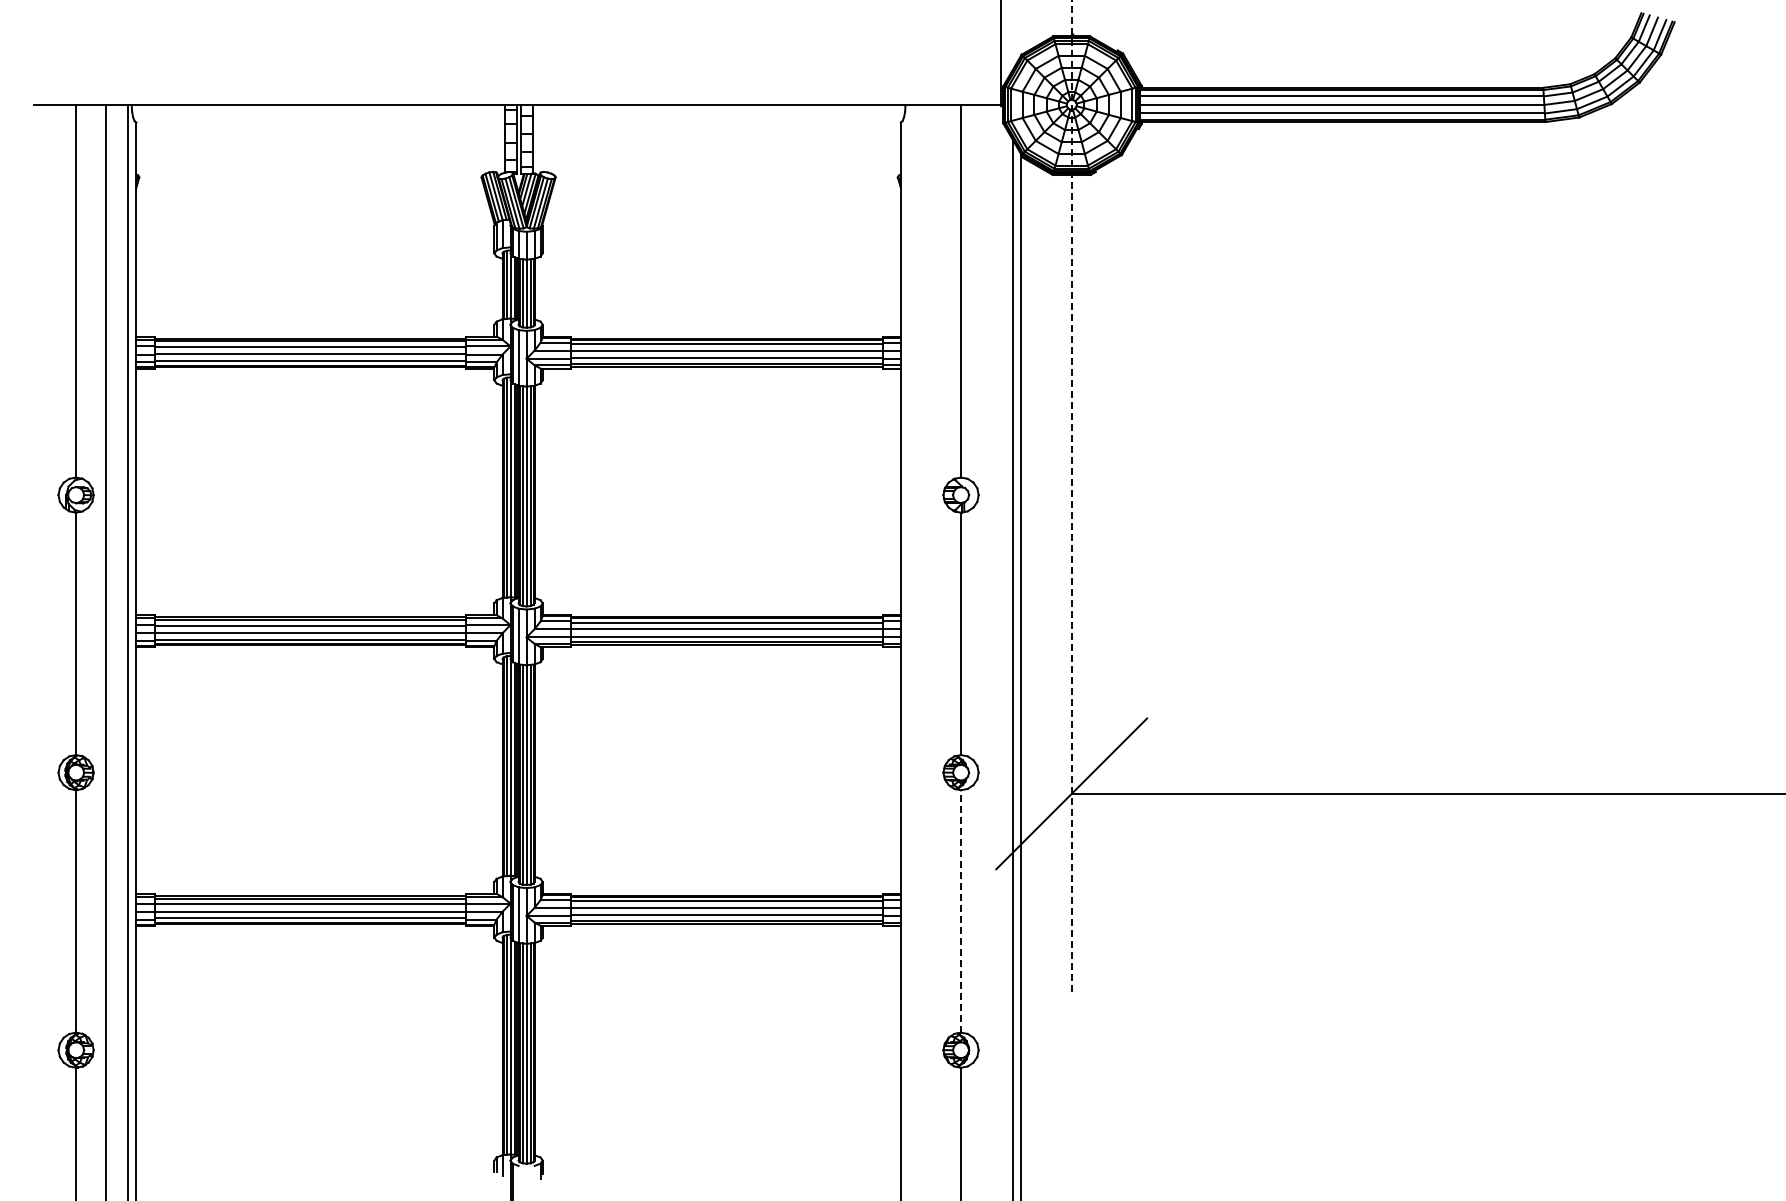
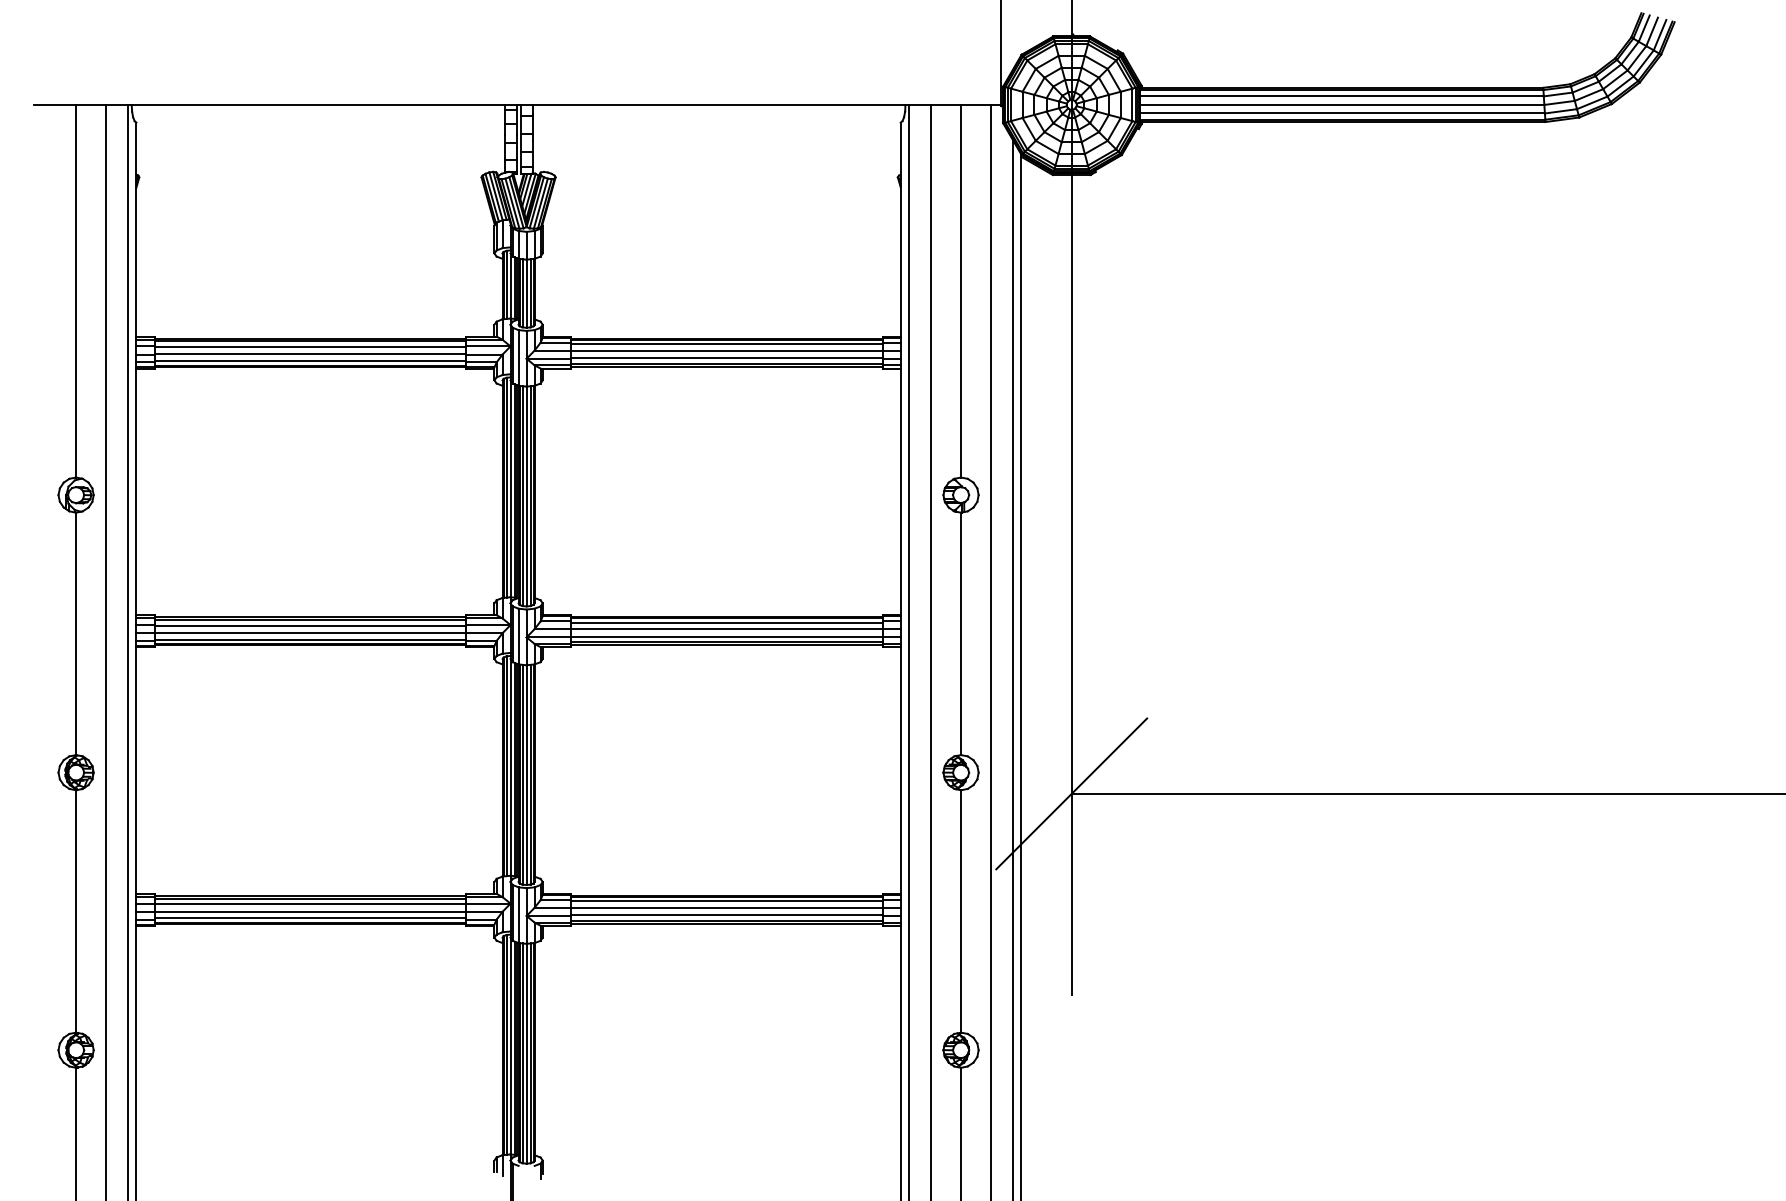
line at (1071, 498): dashed -> solid
line at (908, 650): none -> present
line at (930, 650): none -> present
line at (991, 650): none -> present
line at (961, 910): dashed -> solid
